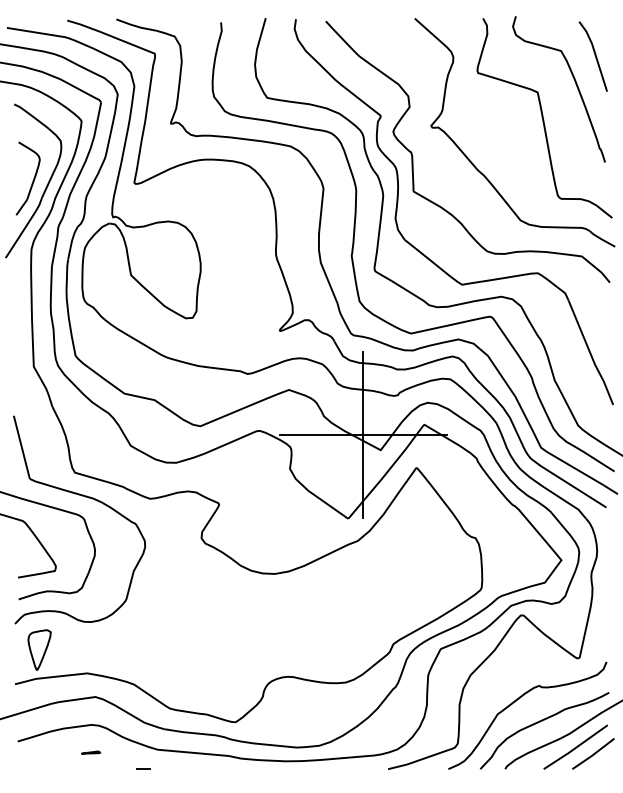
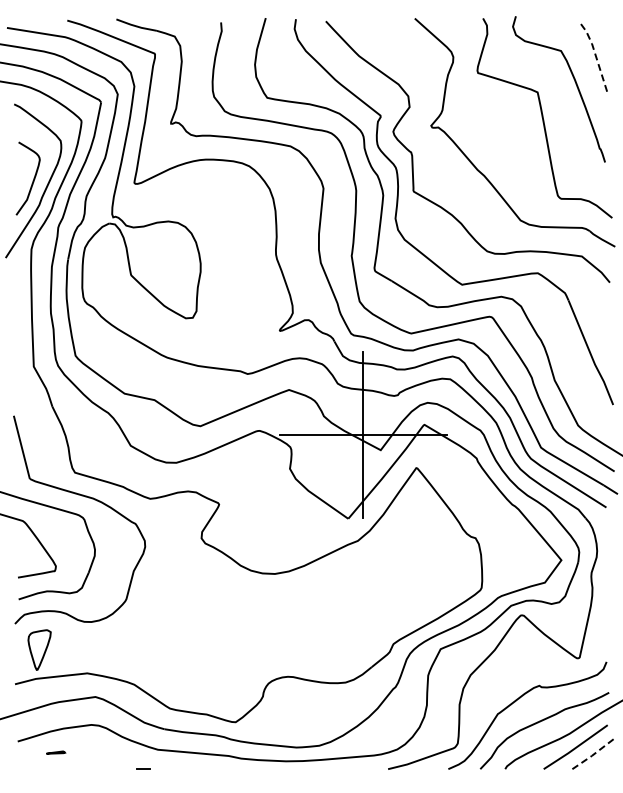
line at (595, 54): solid -> dashed
line at (91, 752) position: (91, 752) -> (56, 752)
line at (593, 754): solid -> dashed
